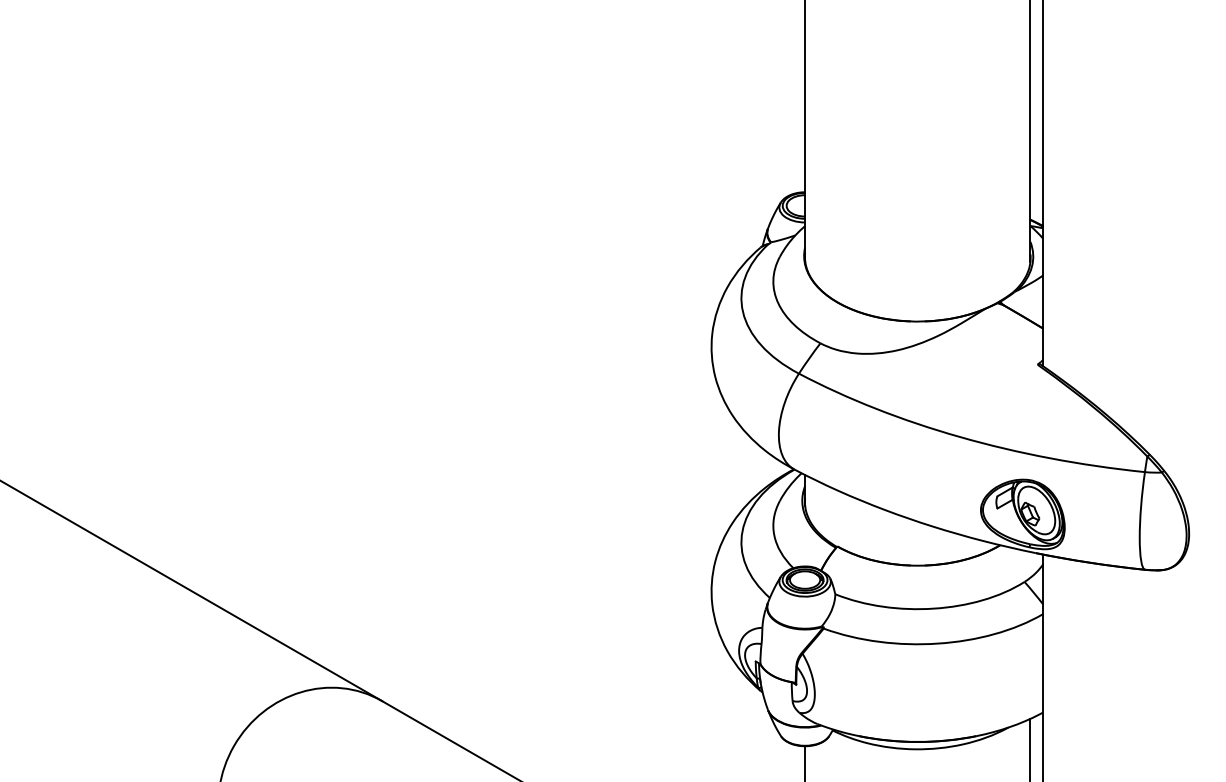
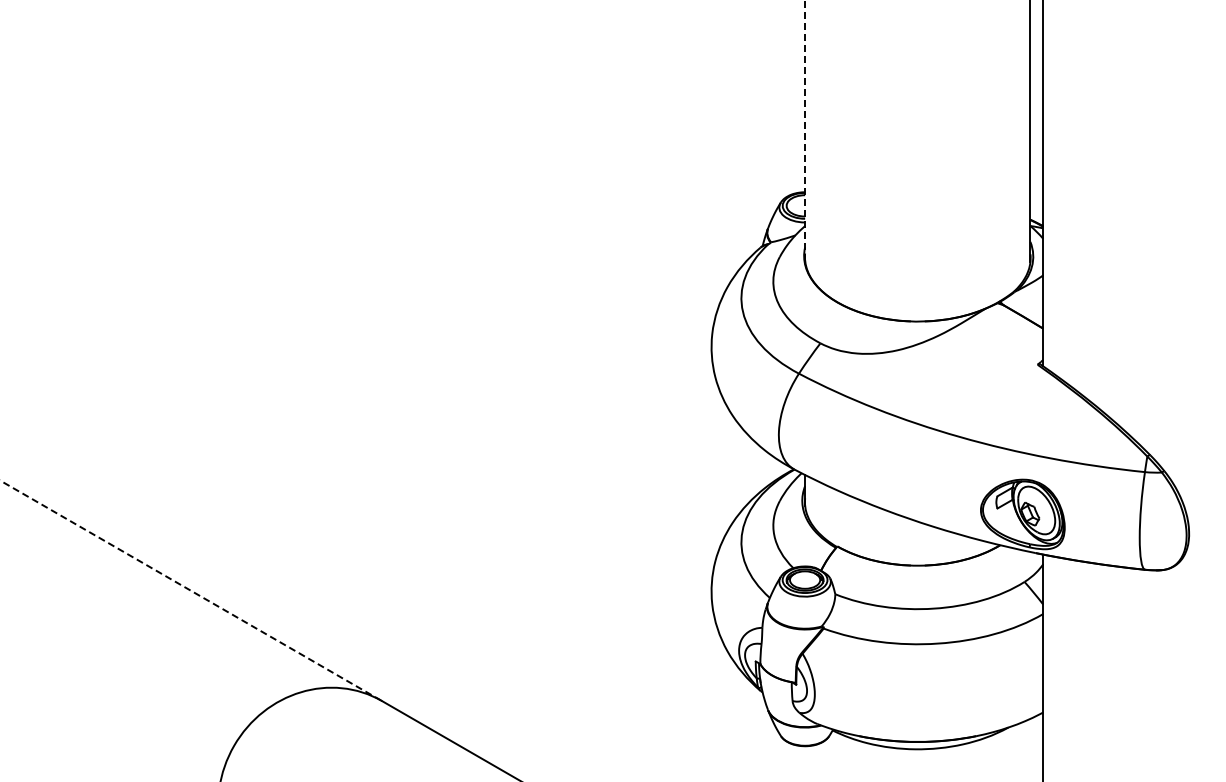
line at (805, 131): solid -> dashed
line at (191, 591): solid -> dashed
line at (1030, 748): present -> none
line at (805, 762): present -> none
